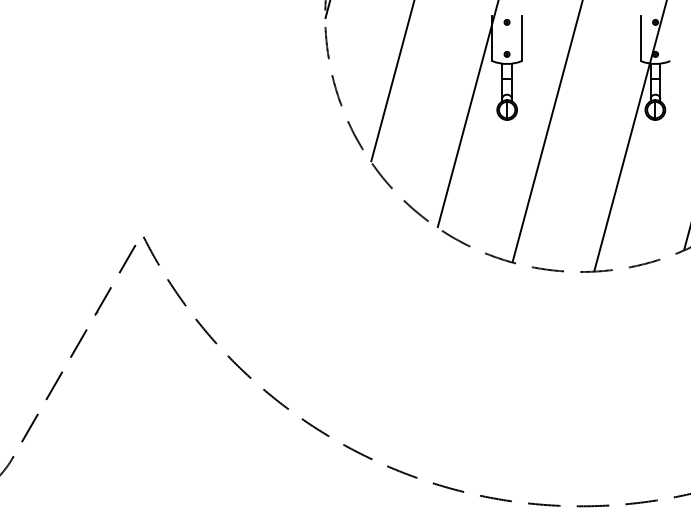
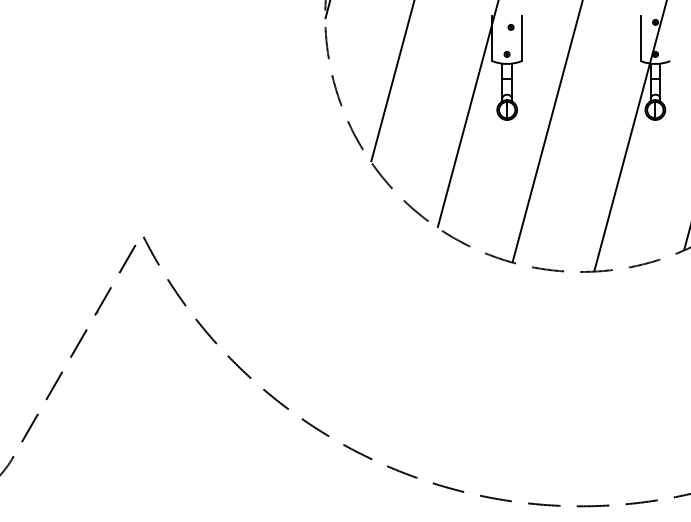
part at (506, 22) position: (506, 22) -> (510, 27)
